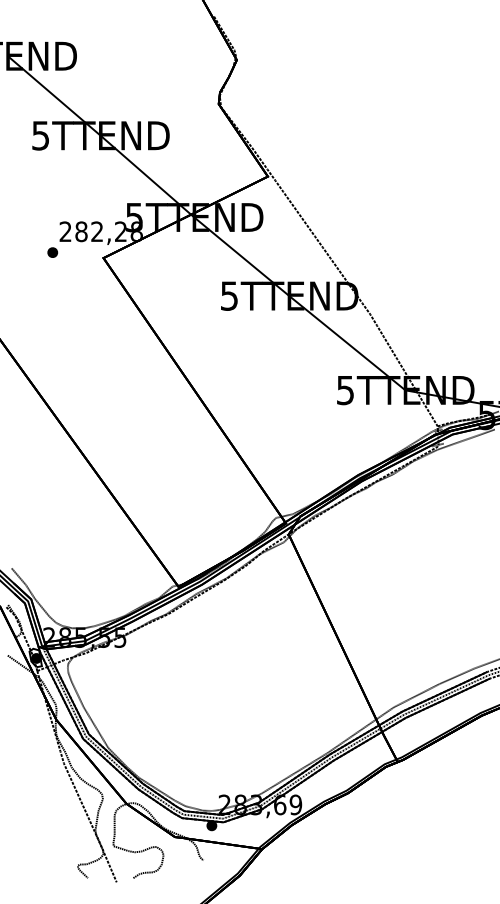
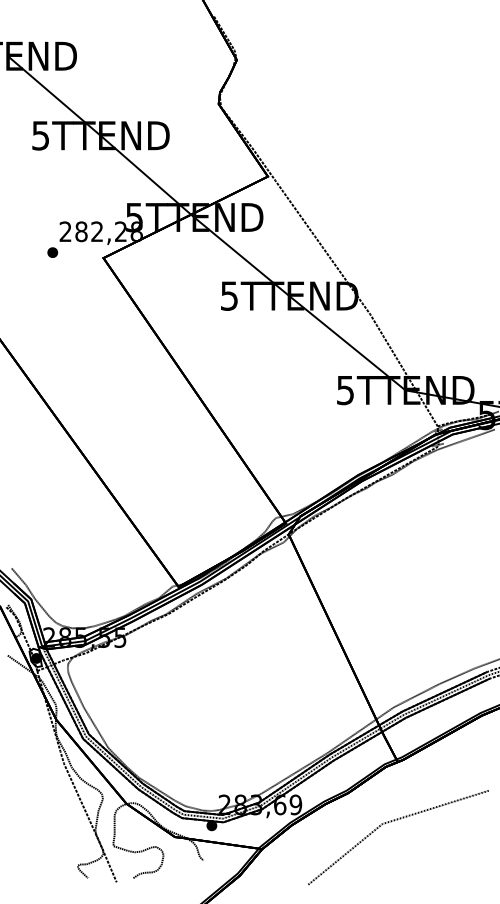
curve at (394, 821): none -> present
